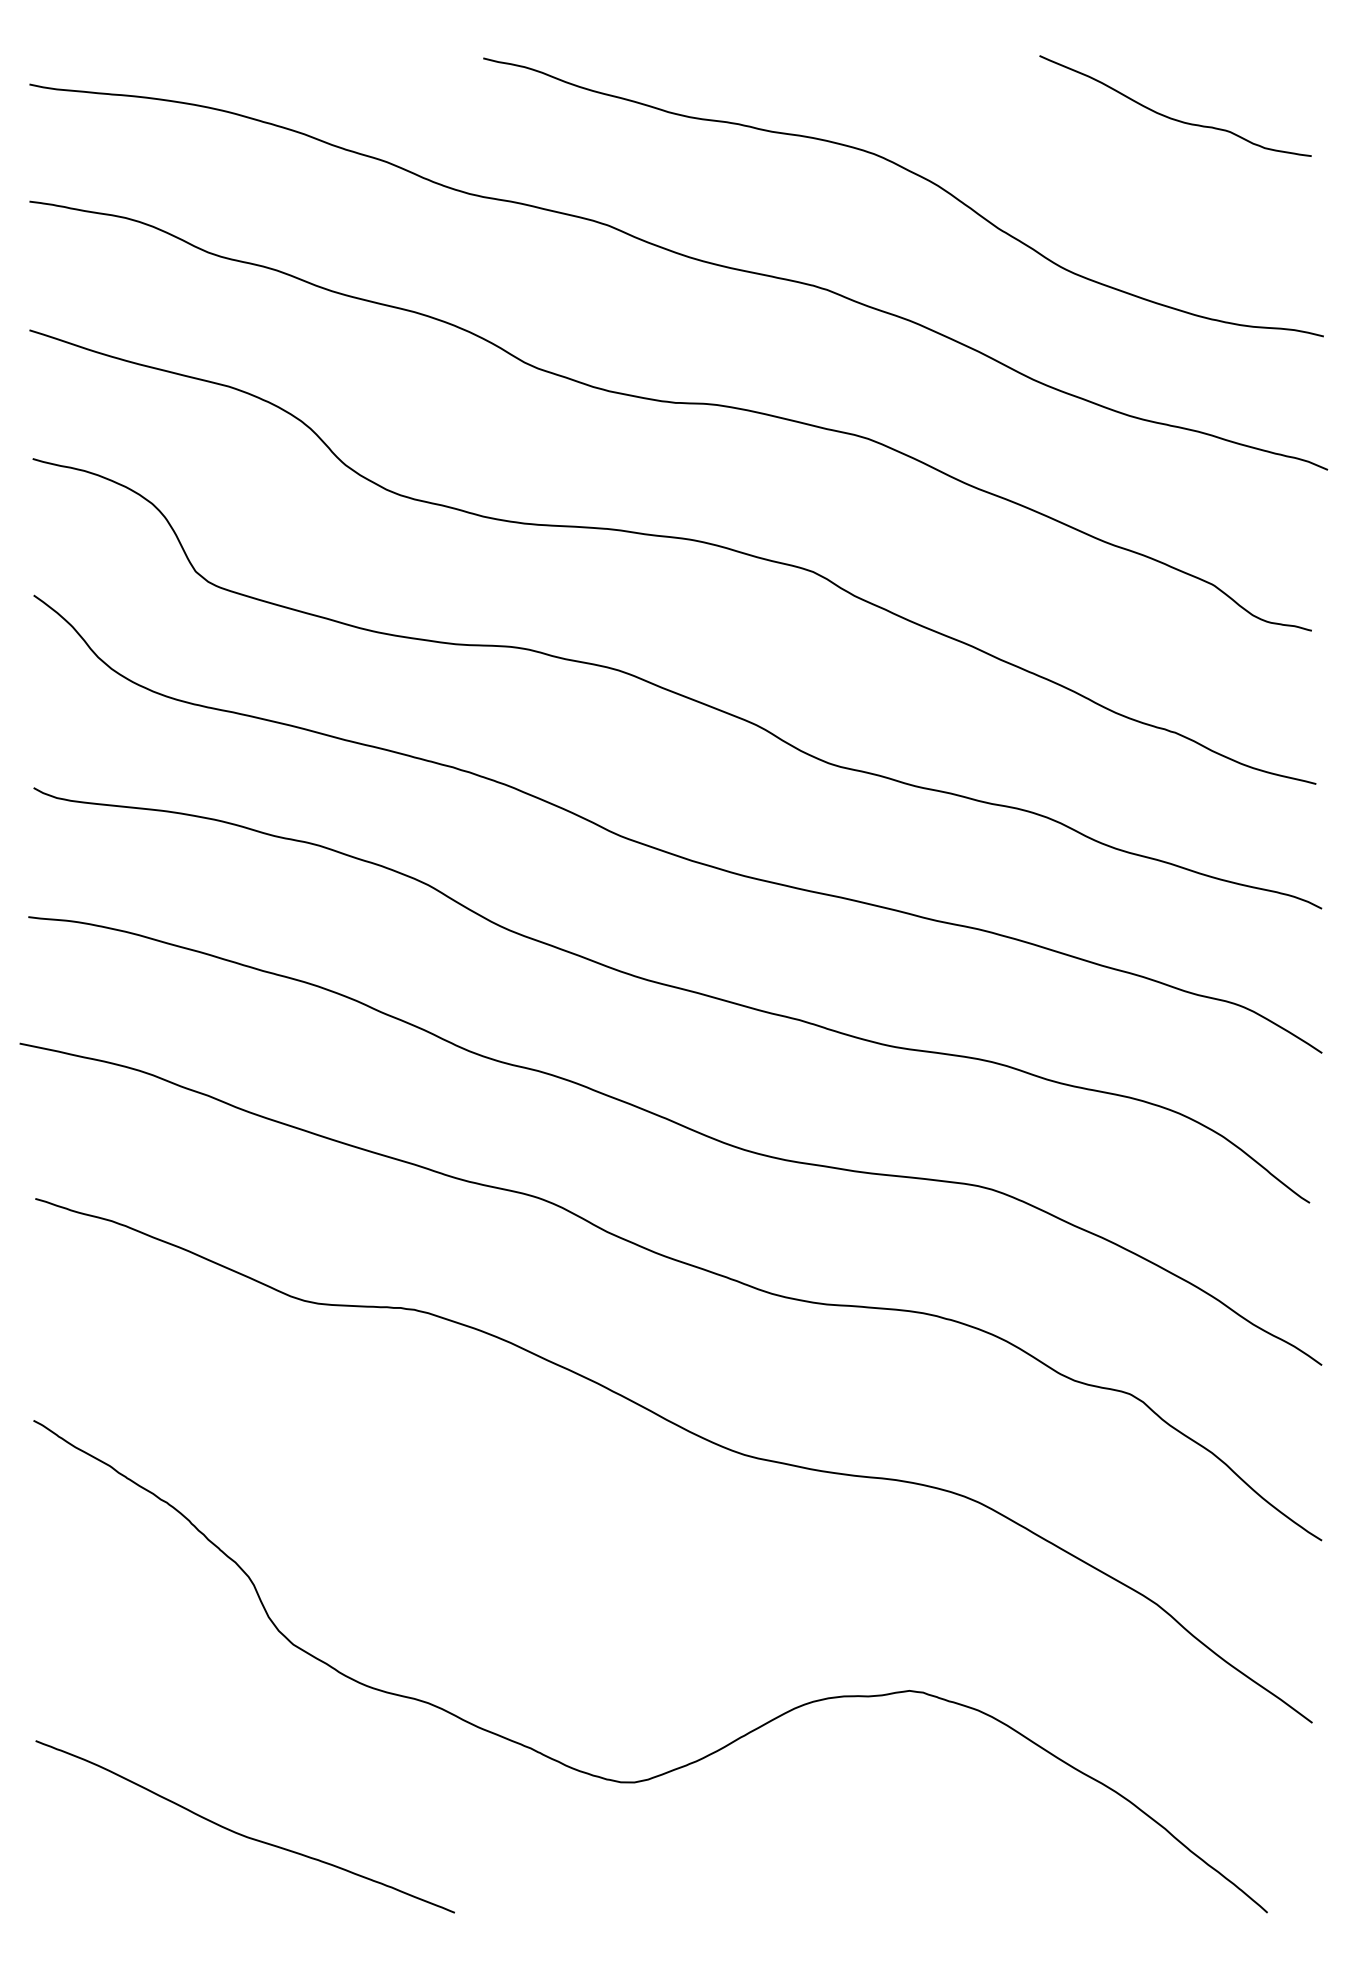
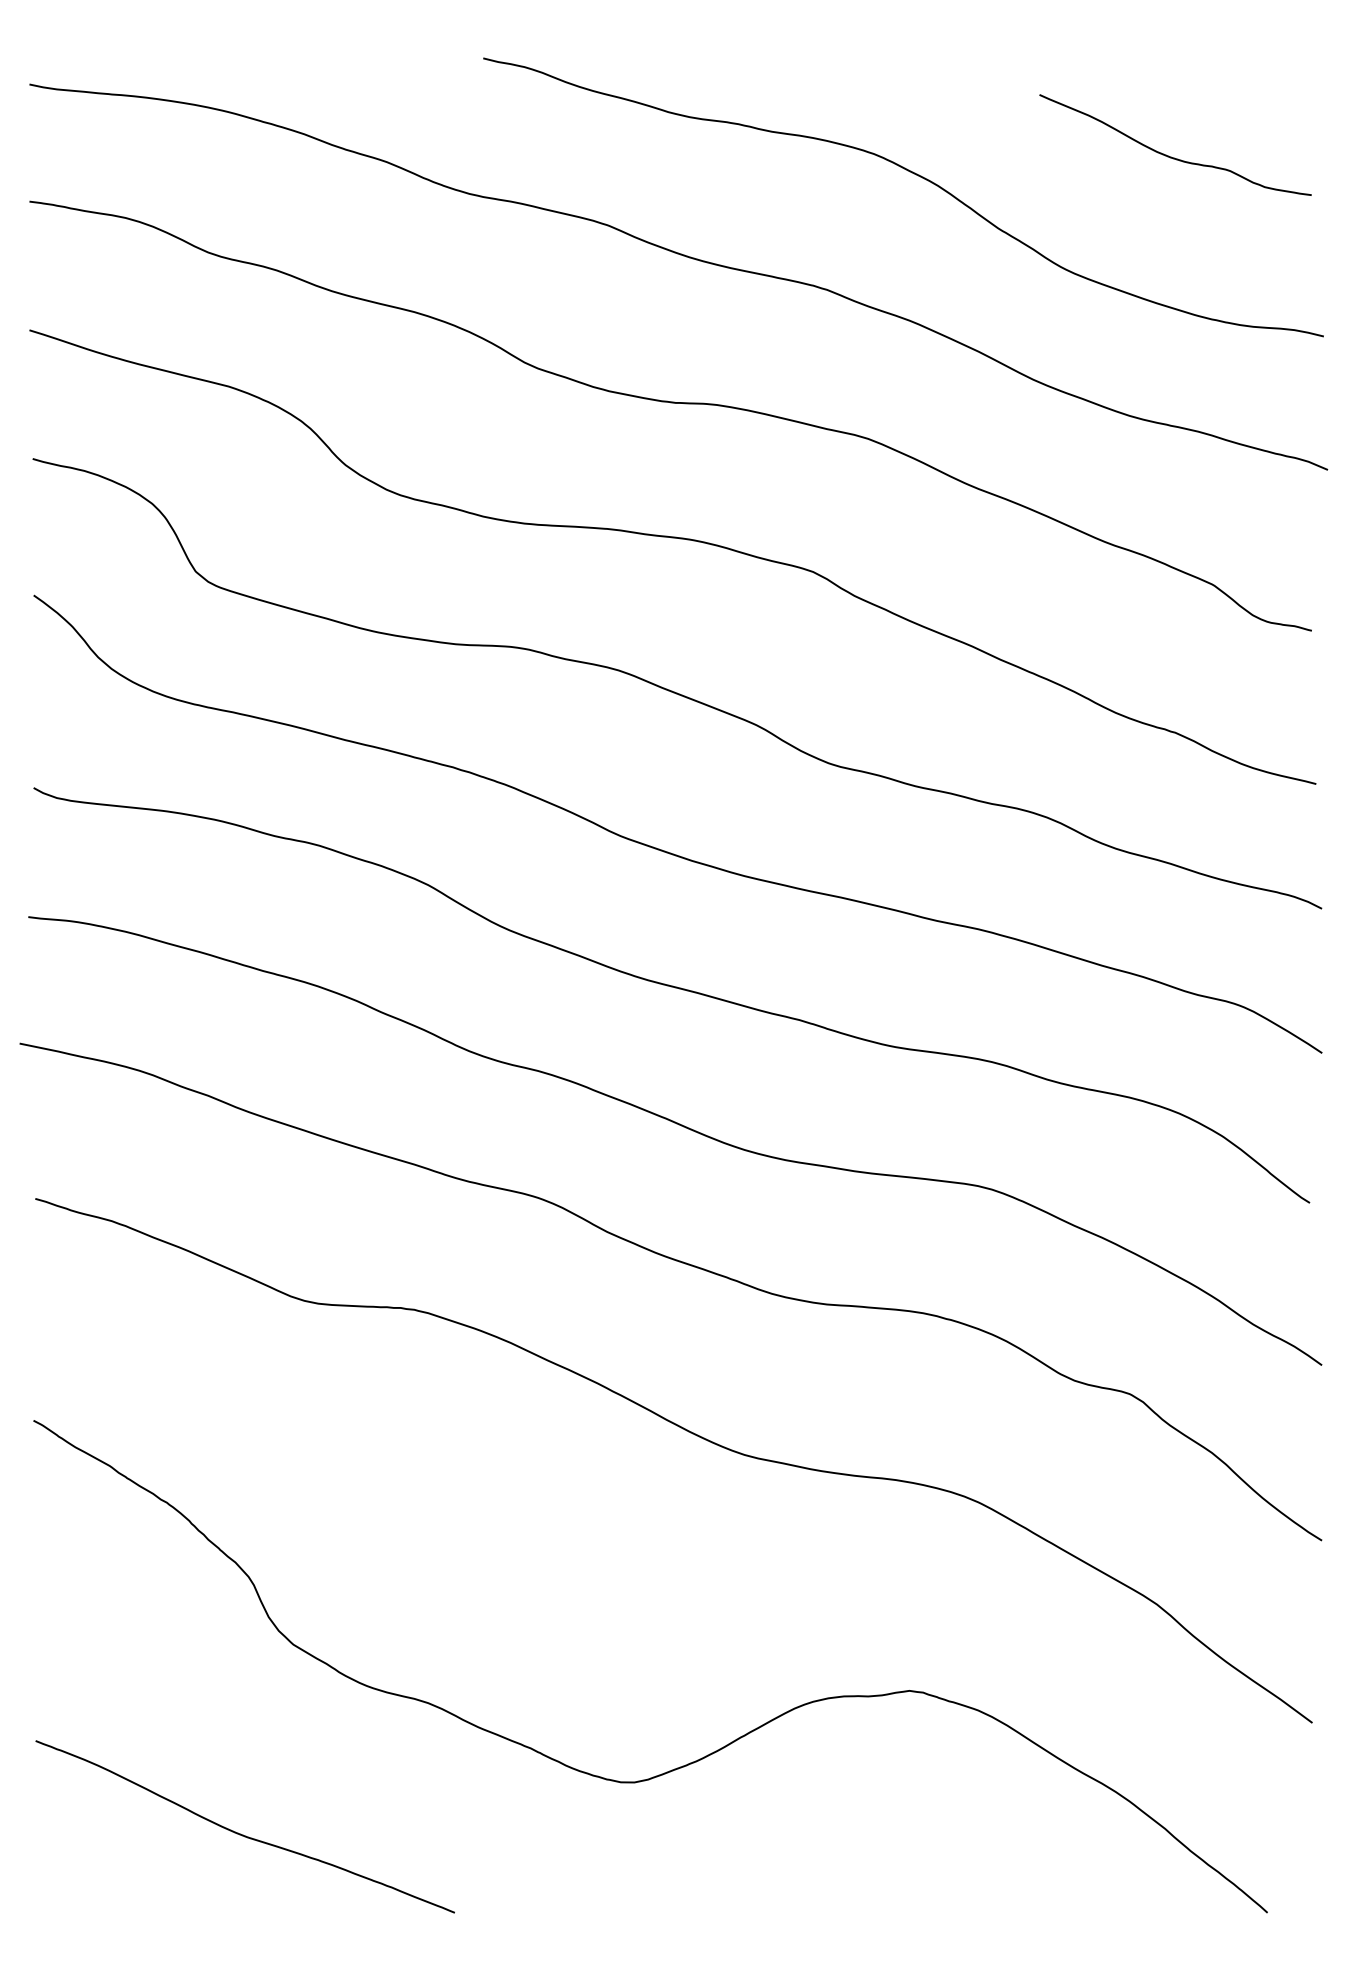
curve at (1171, 117) position: (1171, 117) -> (1171, 156)
